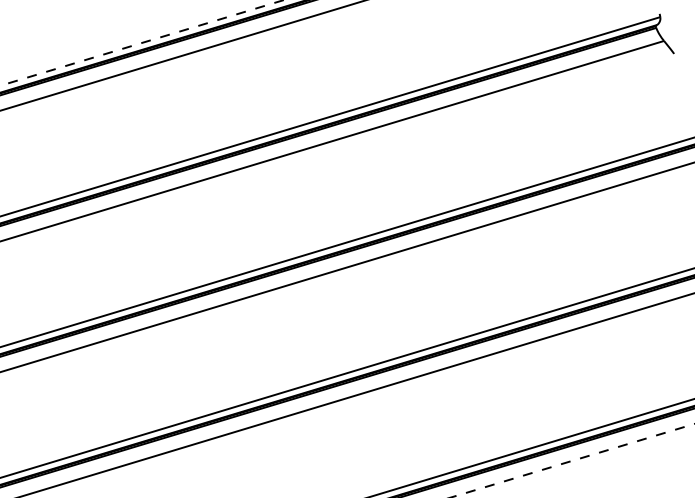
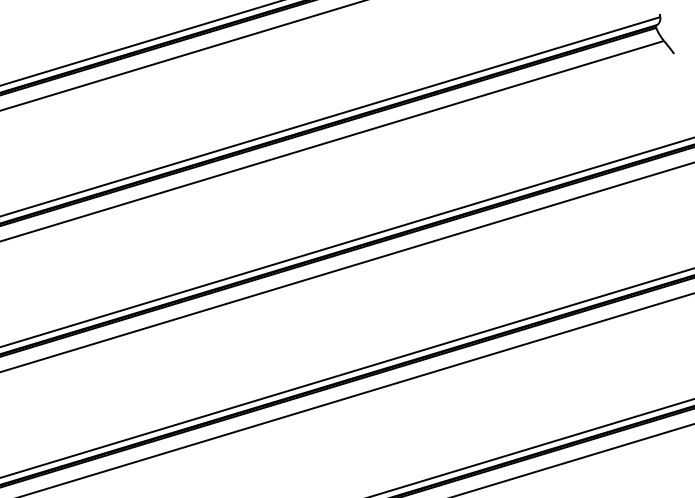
line at (142, 42): dashed -> solid
line at (572, 460): dashed -> solid
